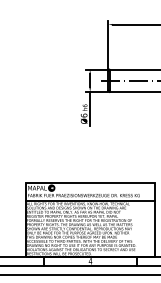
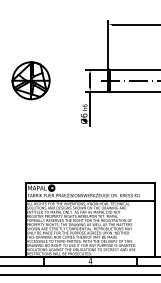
part at (30, 80): none -> present
